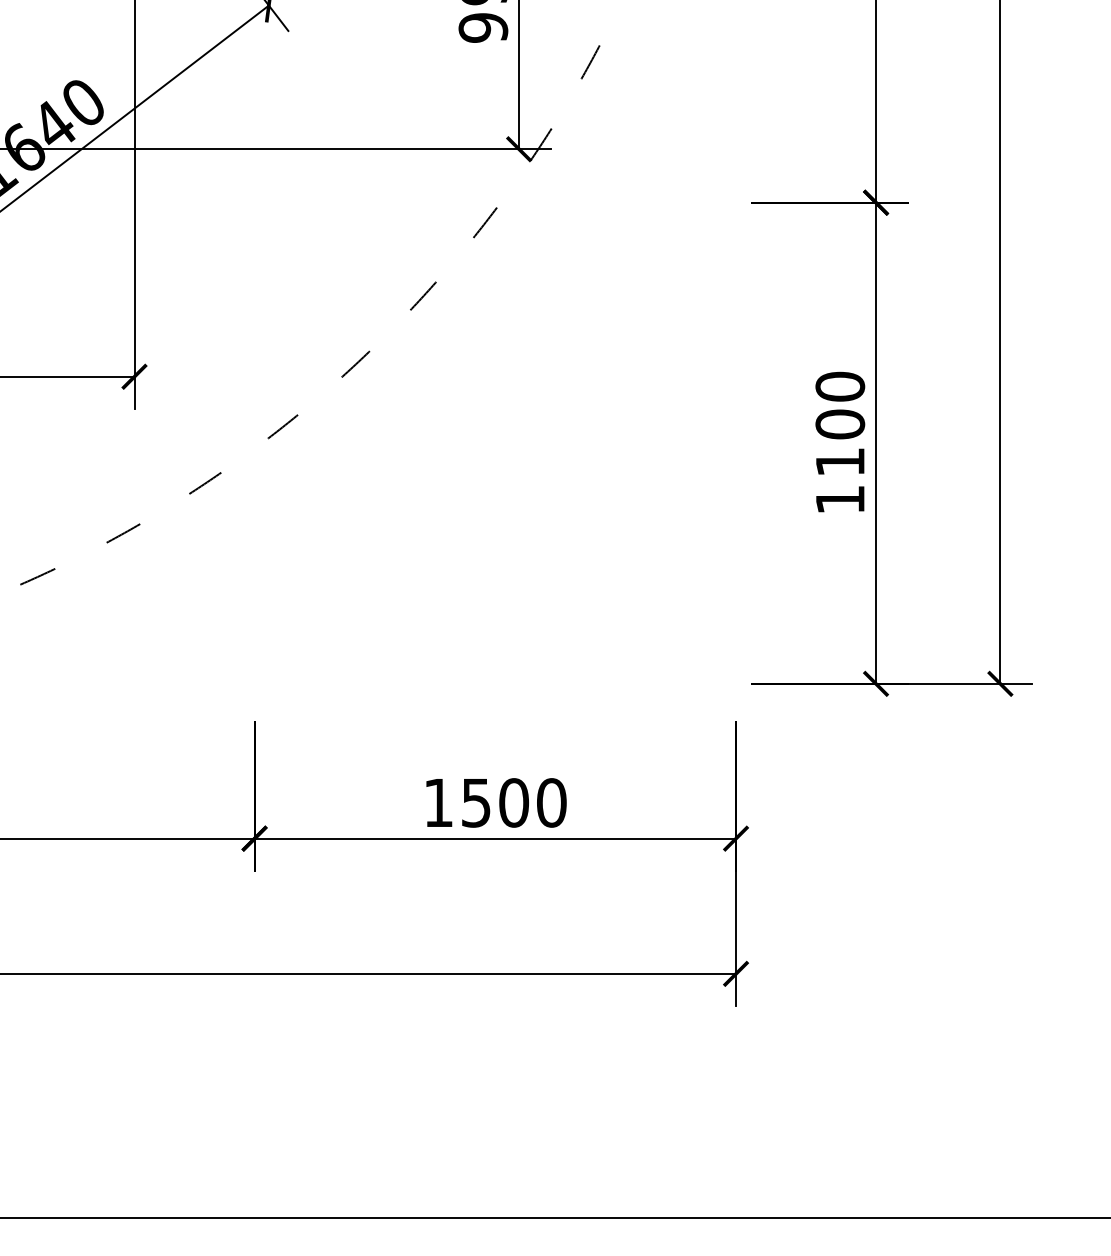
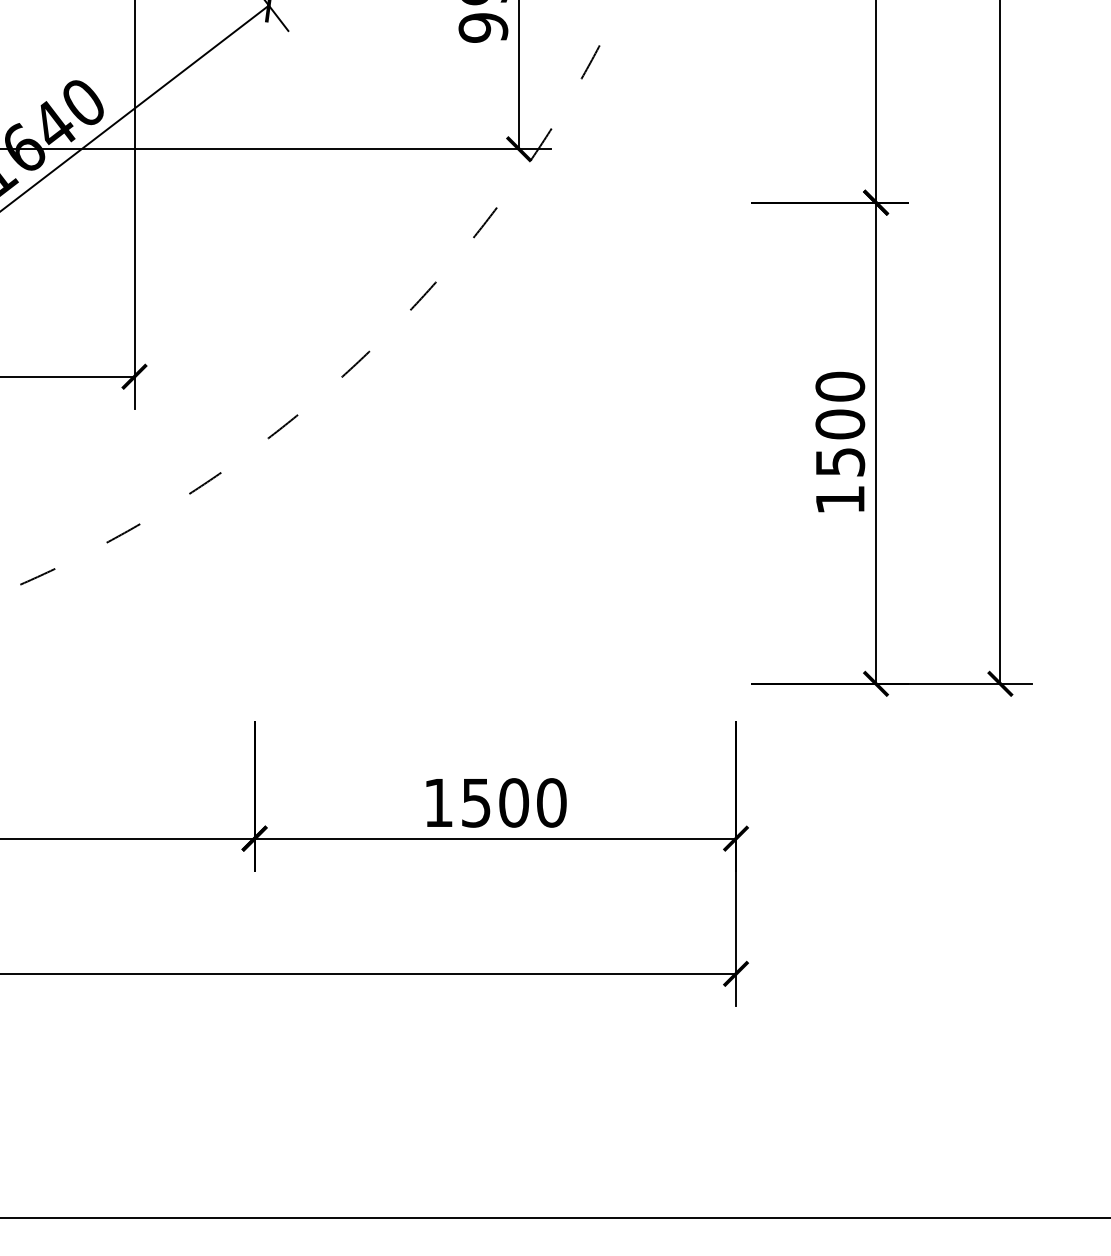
text at (840, 462): 1100 -> 1500
